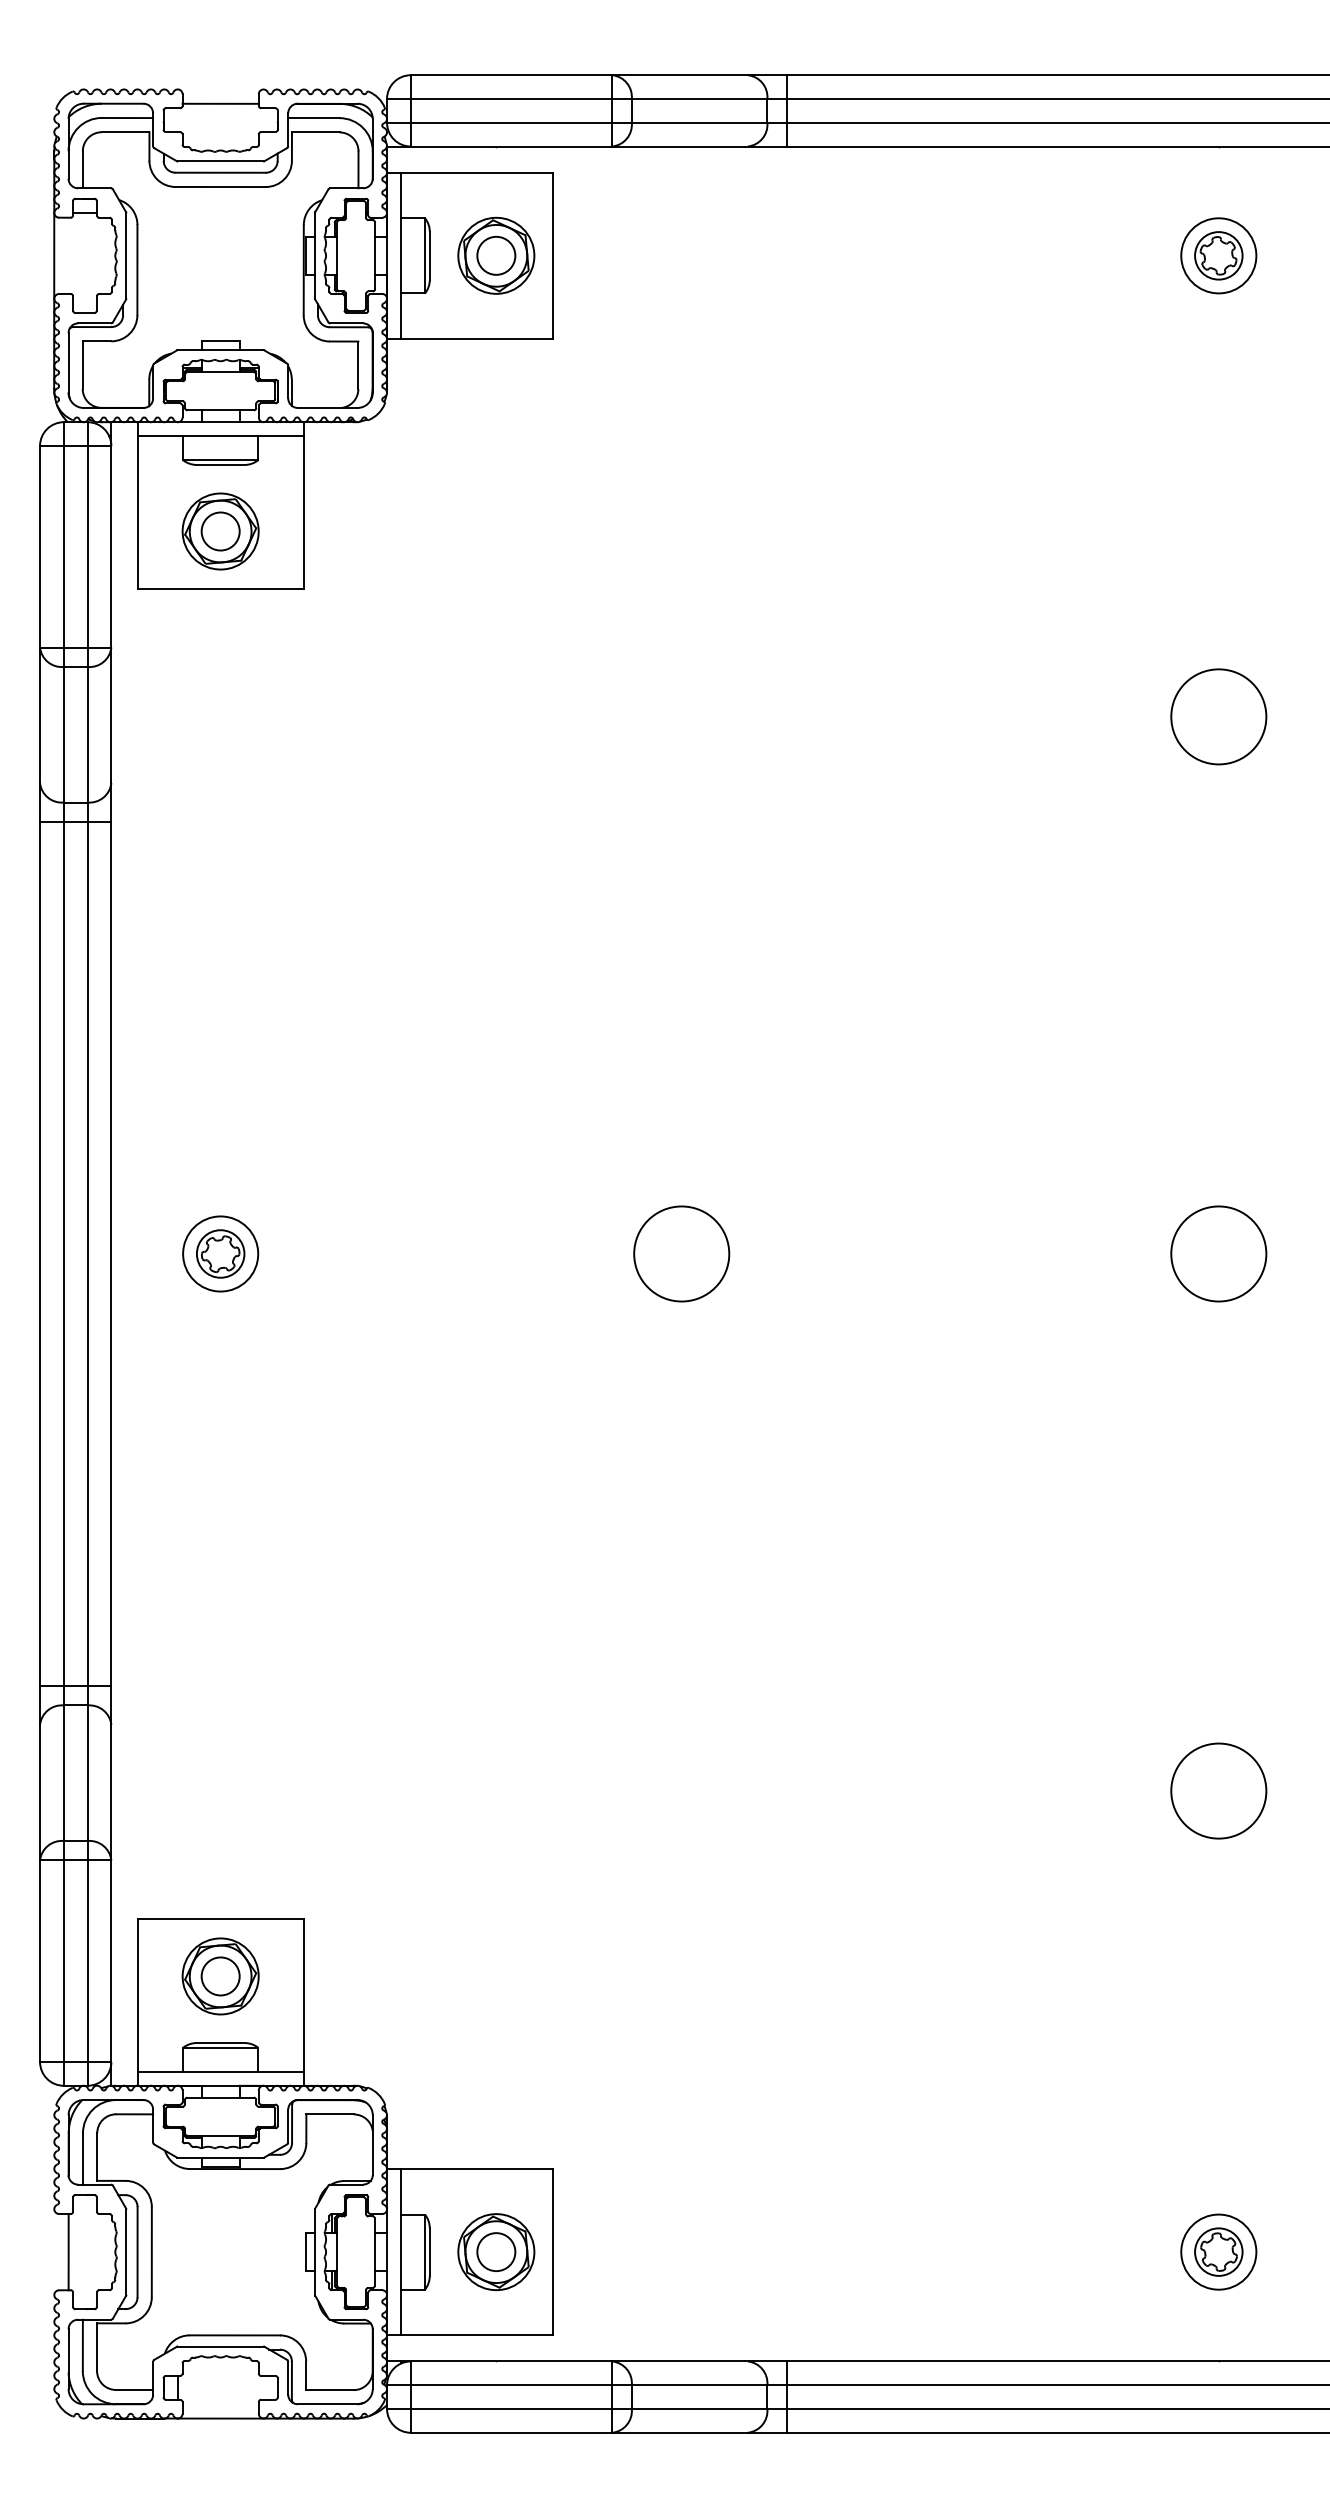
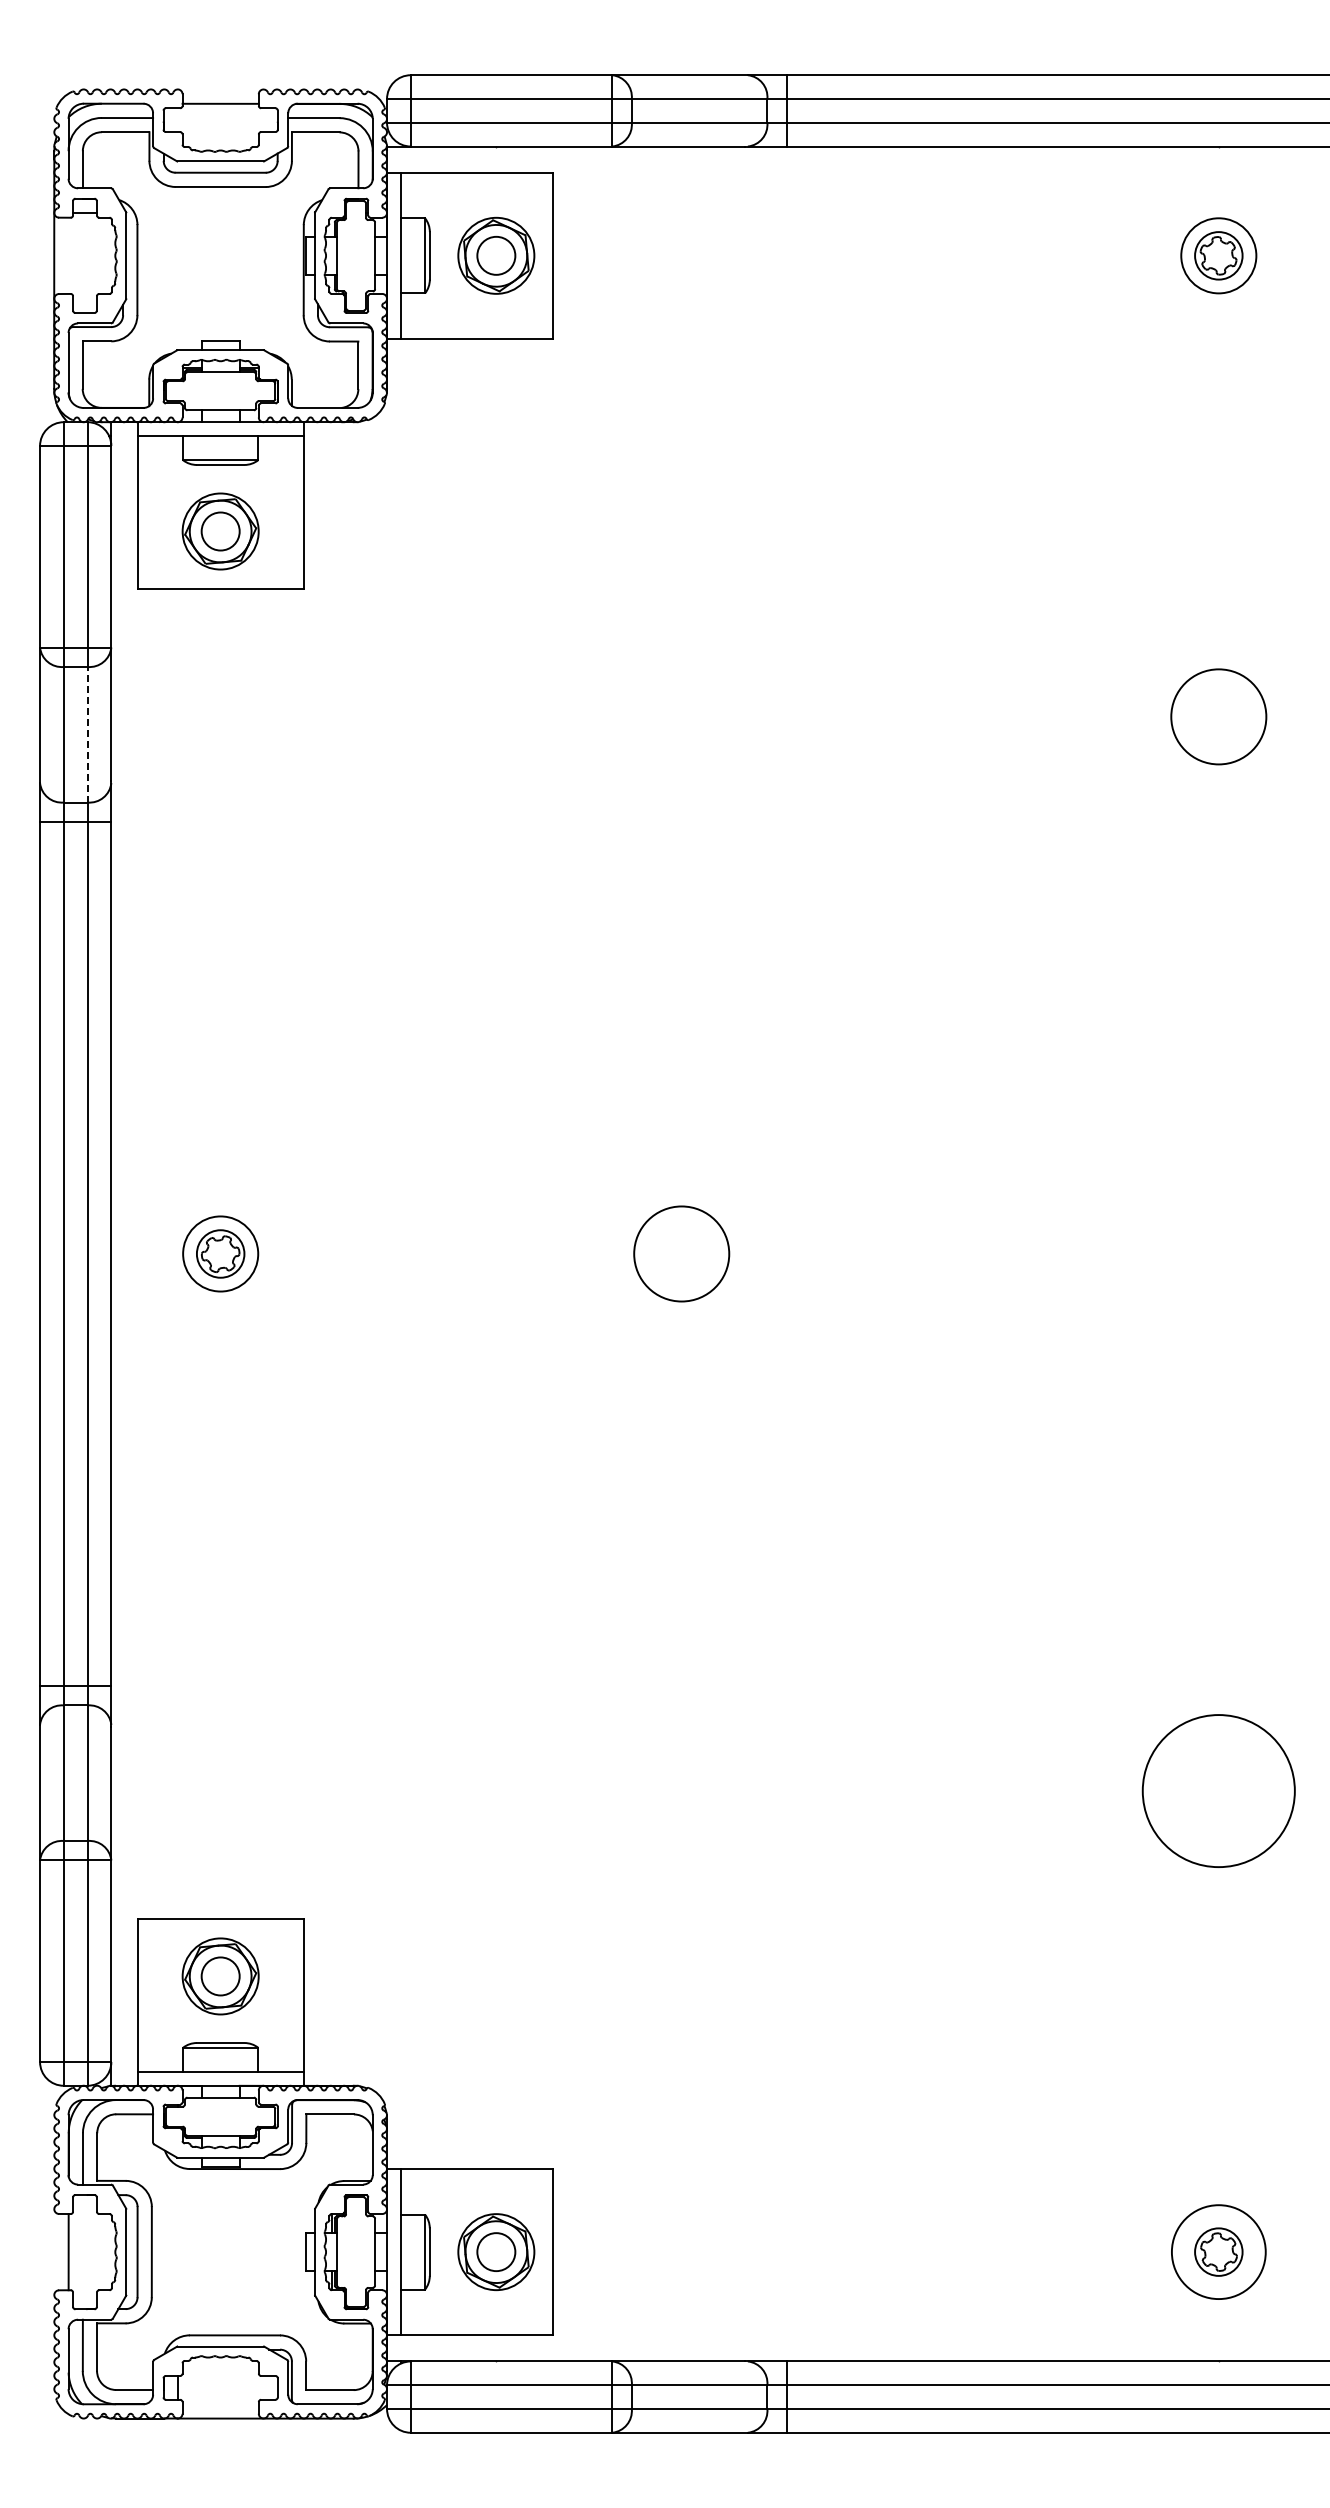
line at (87, 734): solid -> dashed
circle at (1218, 1253): present -> none
circle at (1218, 1790) diameter: 95 px -> 152 px
circle at (1218, 2251) diameter: 75 px -> 94 px
